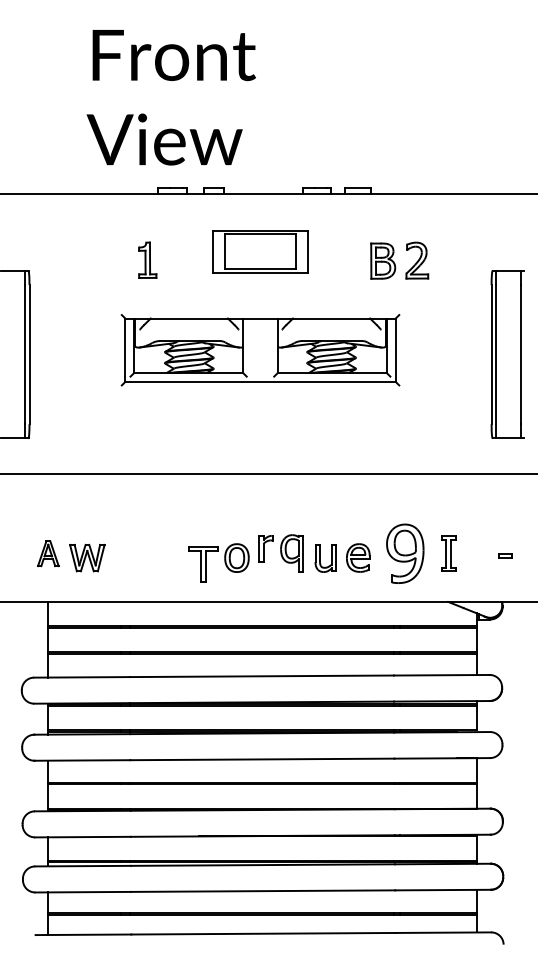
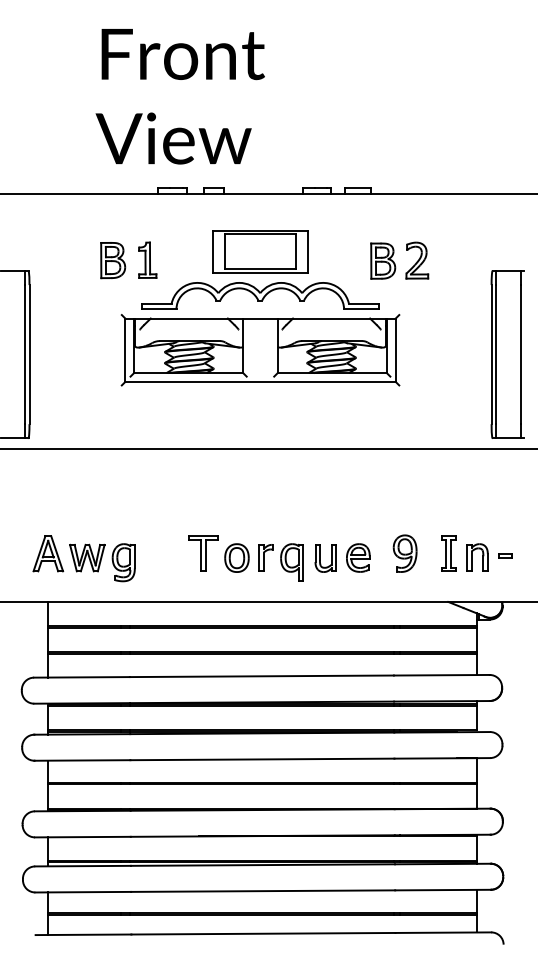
text at (170, 97) position: (170, 97) -> (179, 96)
part at (113, 260): none -> present
part at (260, 295): none -> present
line at (268, 474) position: (268, 474) -> (268, 449)
part at (48, 553) size: 23x28 px -> 33x38 px
part at (280, 553) position: (280, 553) -> (280, 562)
part at (405, 553) size: 39x61 px -> 26x39 px
part at (477, 557): none -> present
part at (123, 562): none -> present
part at (203, 564) position: (203, 564) -> (203, 553)
